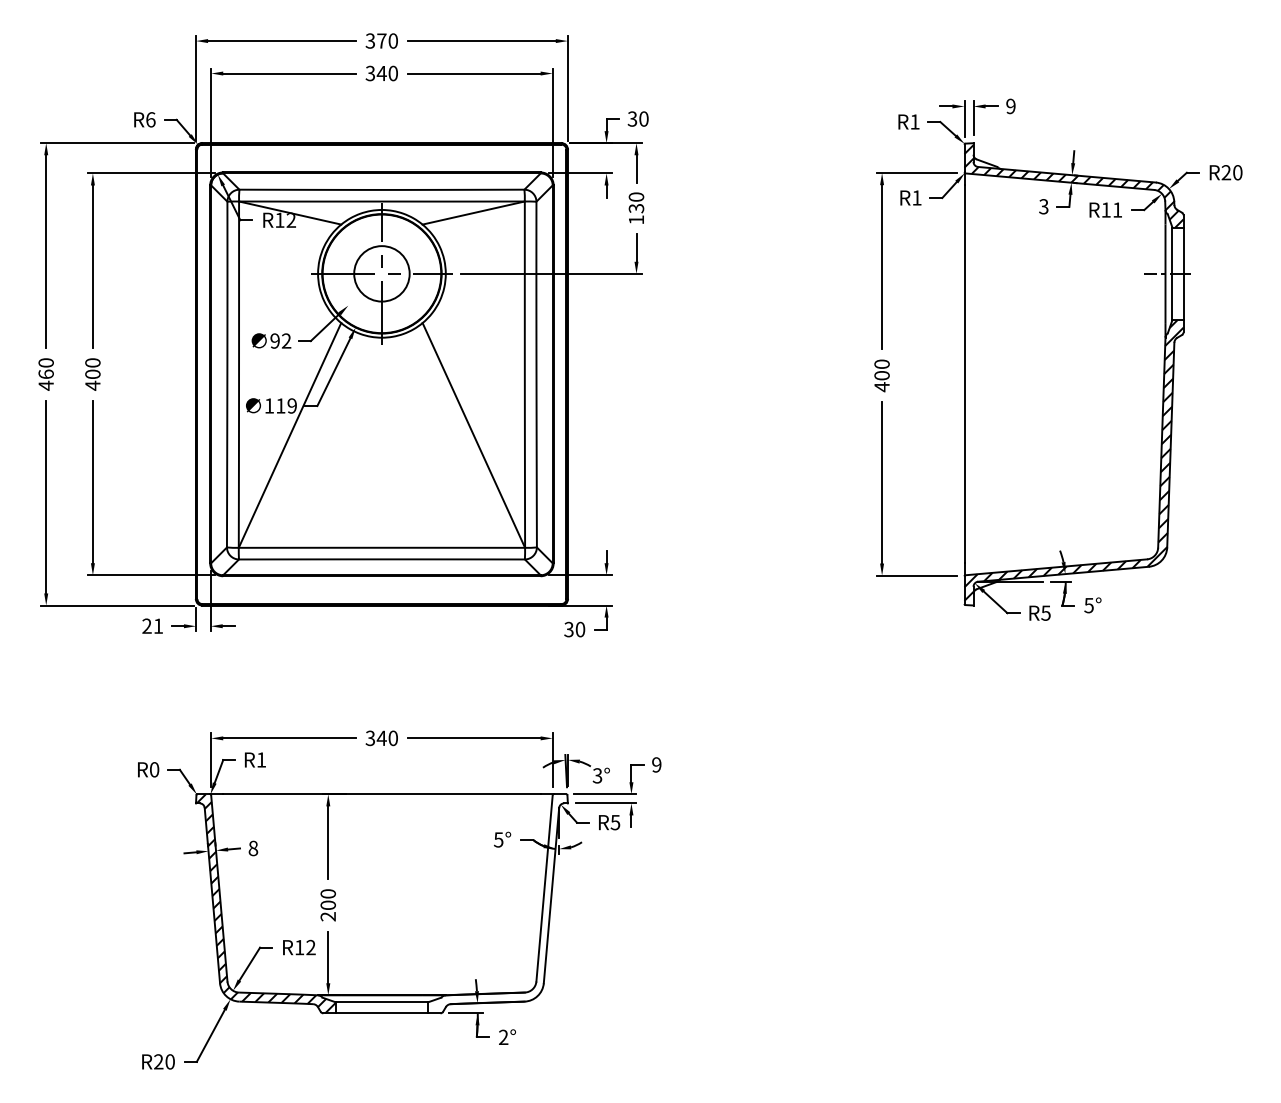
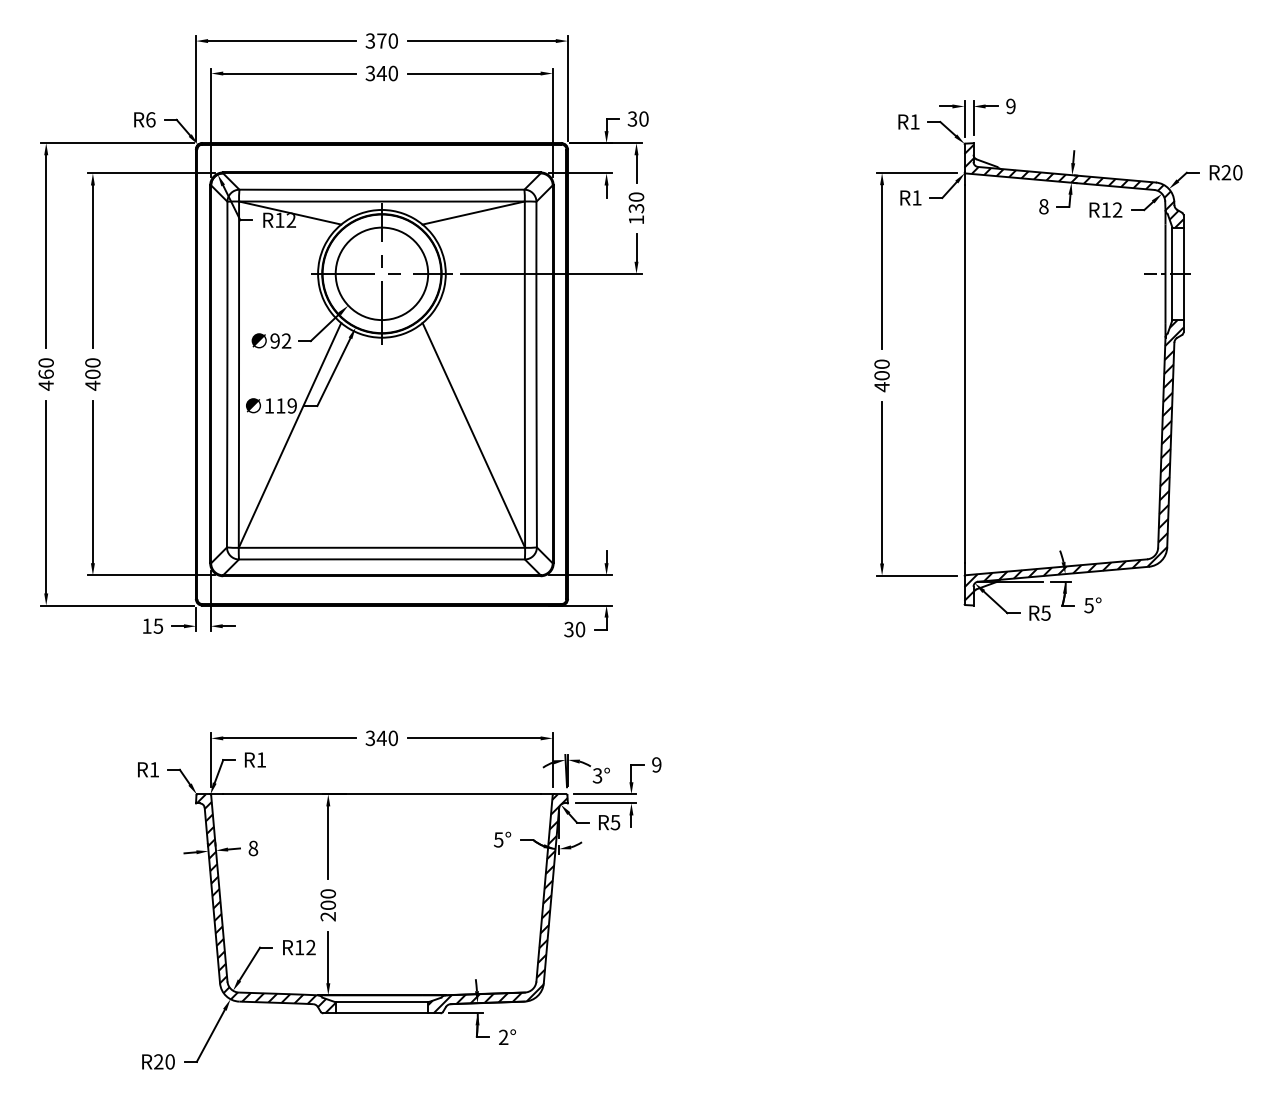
text at (1043, 206): 3 -> 8
text at (1117, 209): R11 -> R12
circle at (381, 273) diameter: 55 px -> 92 px
text at (152, 625): 21 -> 15
text at (154, 769): R0 -> R1
hatch at (497, 903): none -> present
